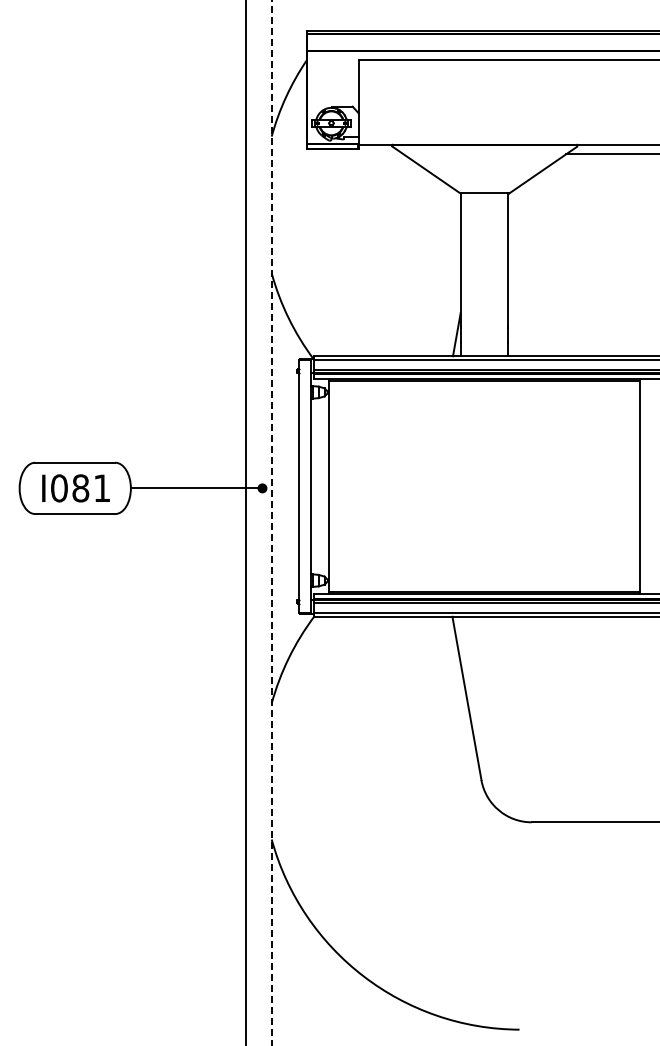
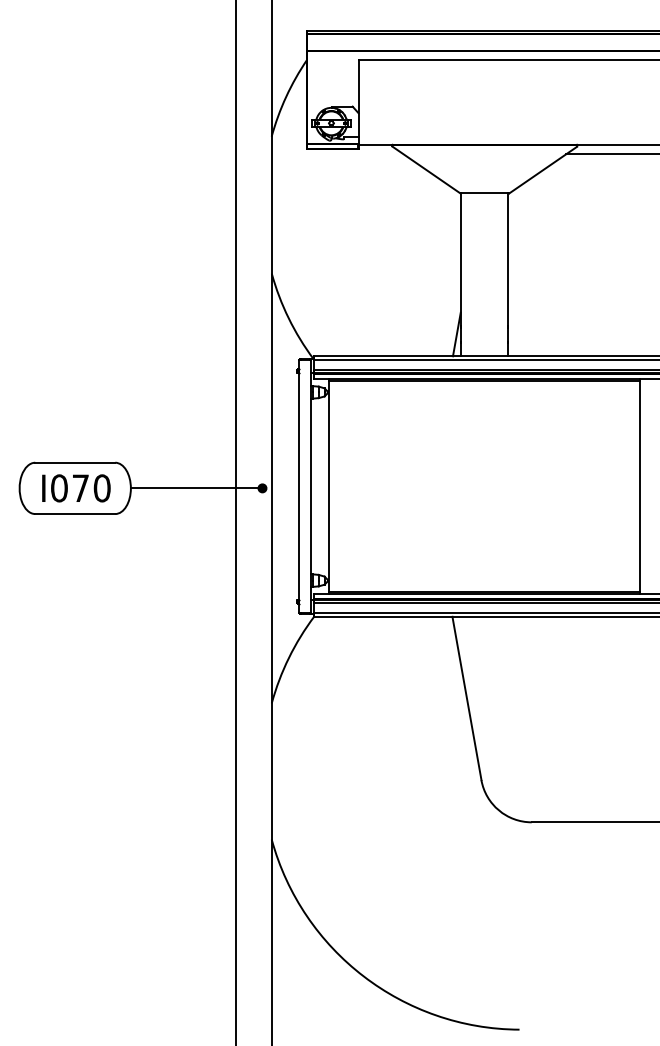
text at (91, 488): I081 -> I070
line at (246, 522) position: (246, 522) -> (236, 522)
line at (272, 523): dashed -> solid
